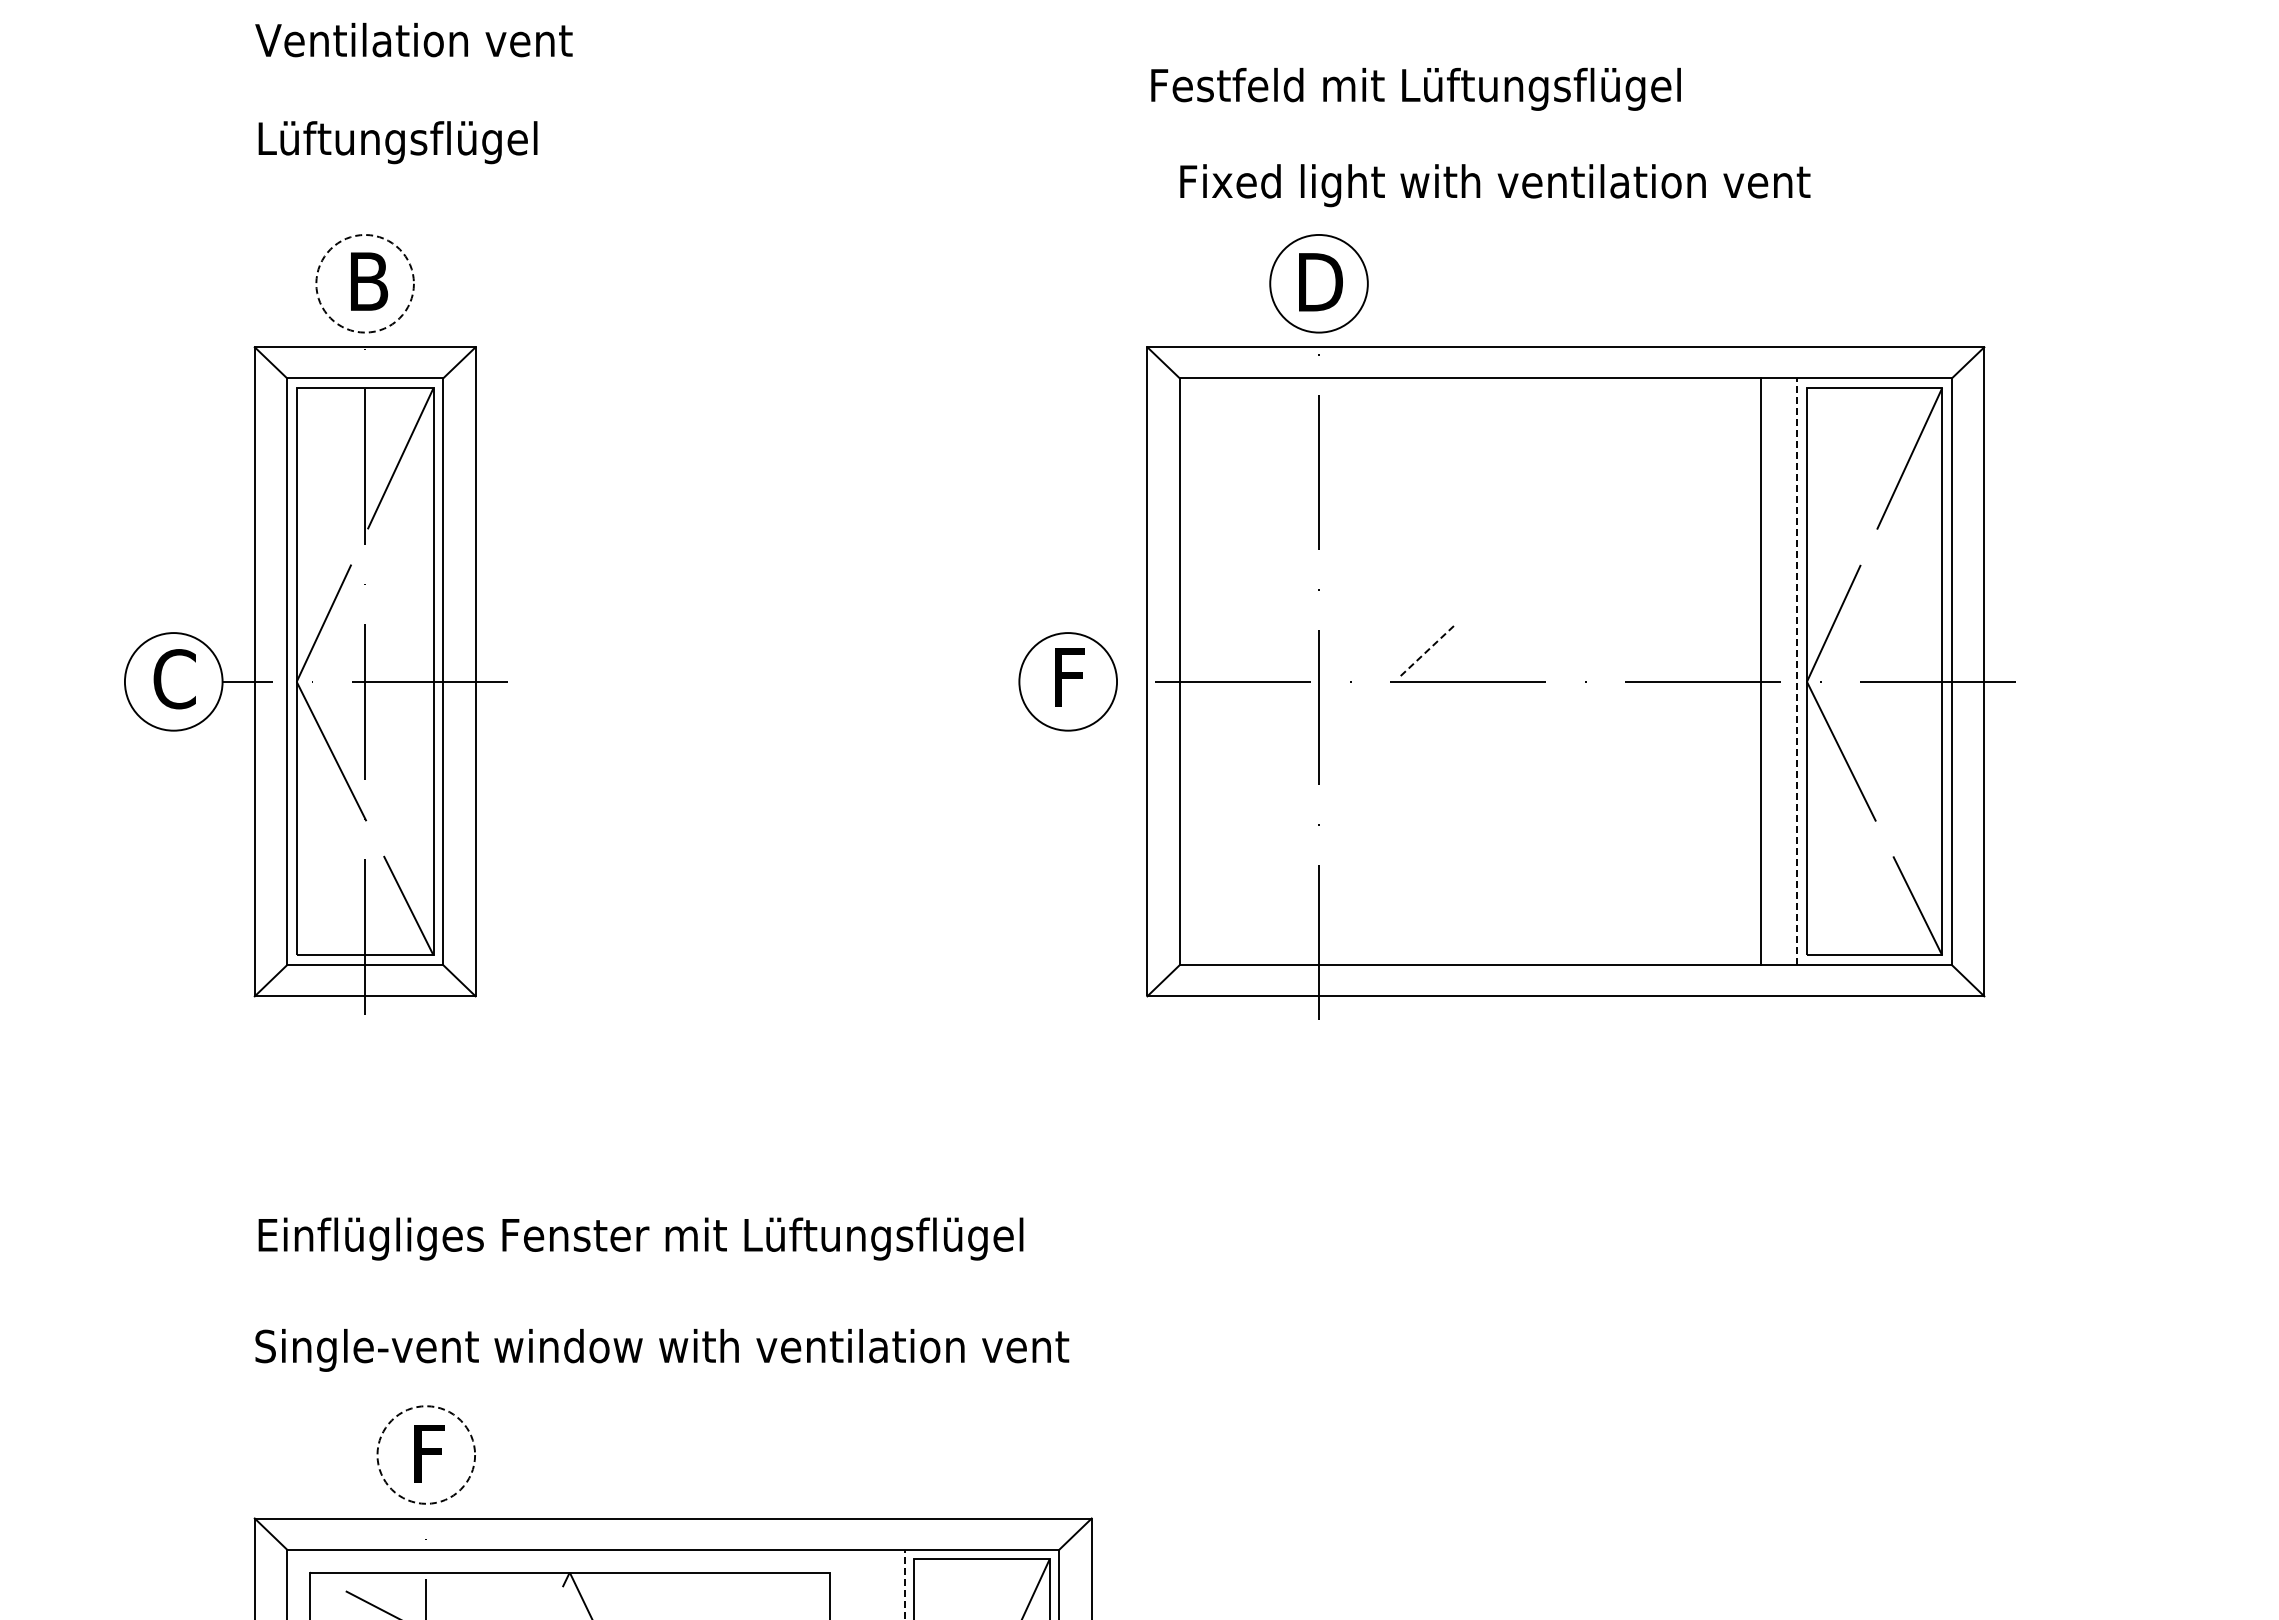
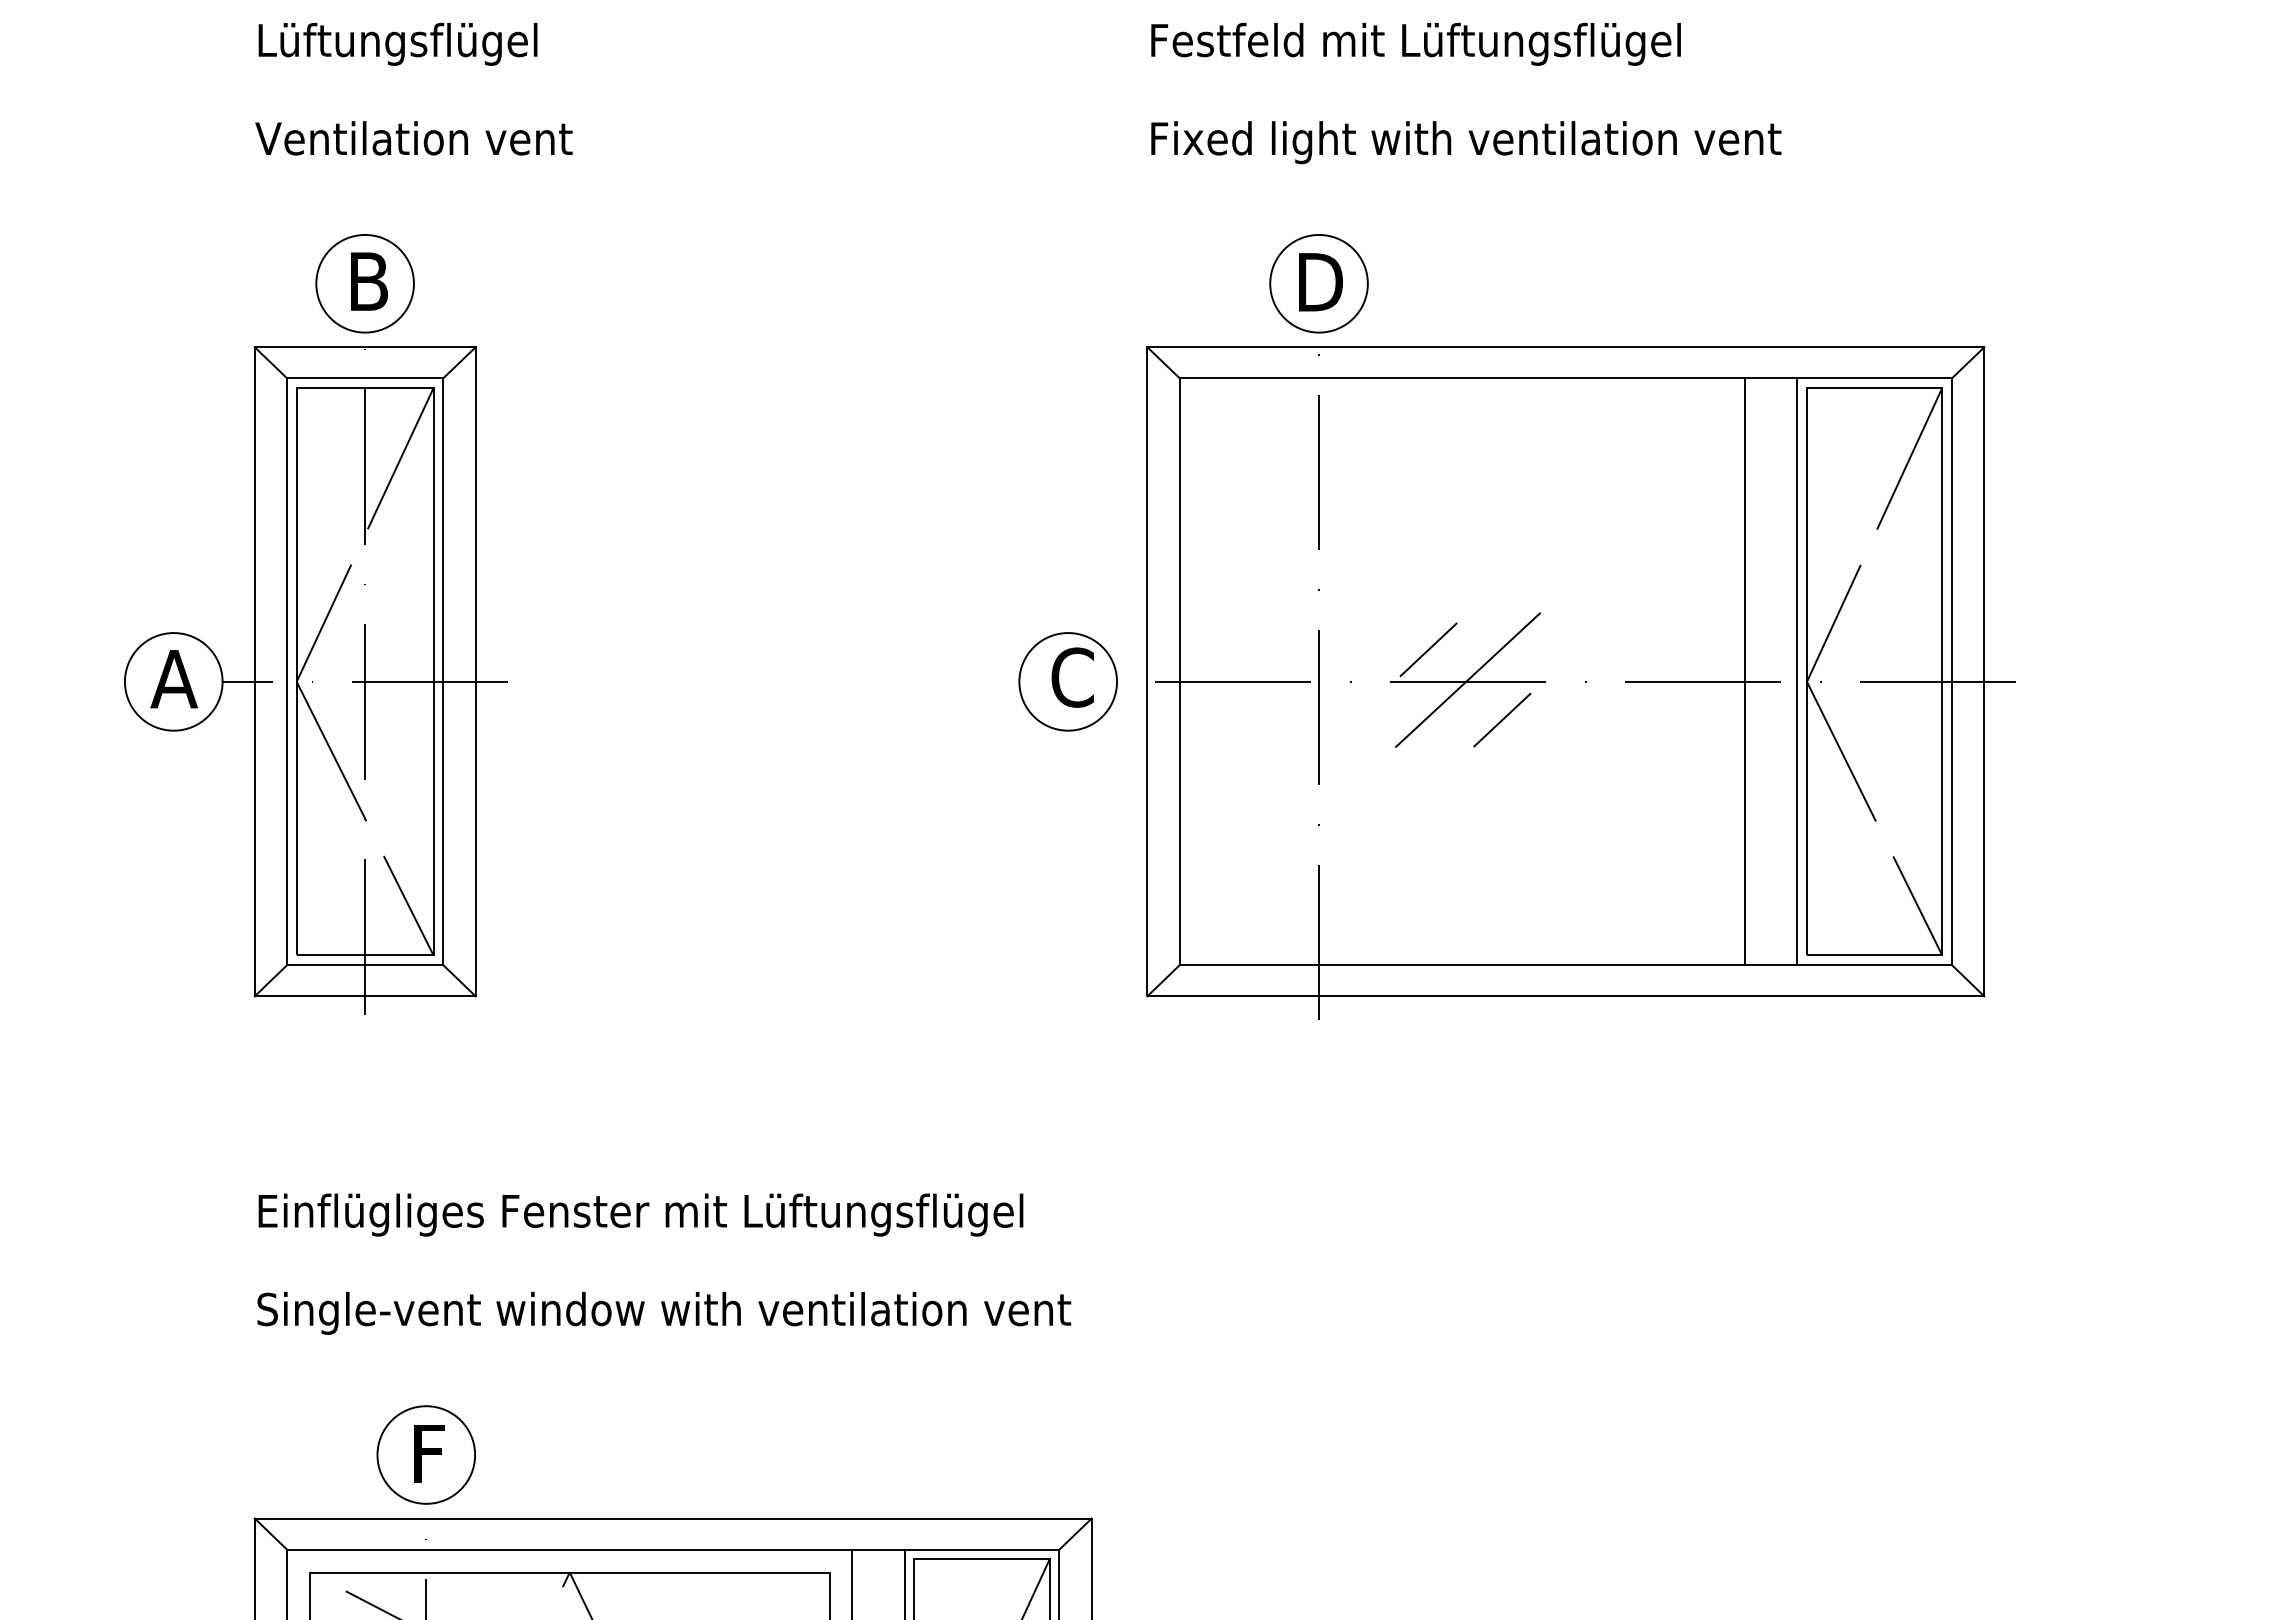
text at (413, 43): Ventilation vent -> Lüftungsflügel
text at (1415, 88) position: (1415, 88) -> (1415, 43)
text at (413, 142): Lüftungsflügel -> Ventilation vent
text at (1495, 185) position: (1495, 185) -> (1466, 142)
circle at (364, 283): dashed -> solid
line at (1429, 649): dashed -> solid
line at (1761, 671) position: (1761, 671) -> (1745, 671)
line at (1797, 671): dashed -> solid
text at (1072, 677): F -> C
text at (173, 679): C -> A
line at (1467, 679): none -> present
line at (1502, 719): none -> present
text at (640, 1238) position: (640, 1238) -> (640, 1214)
text at (662, 1350) position: (662, 1350) -> (664, 1313)
circle at (426, 1454): dashed -> solid
line at (852, 1582): none -> present
line at (904, 1584): dashed -> solid
